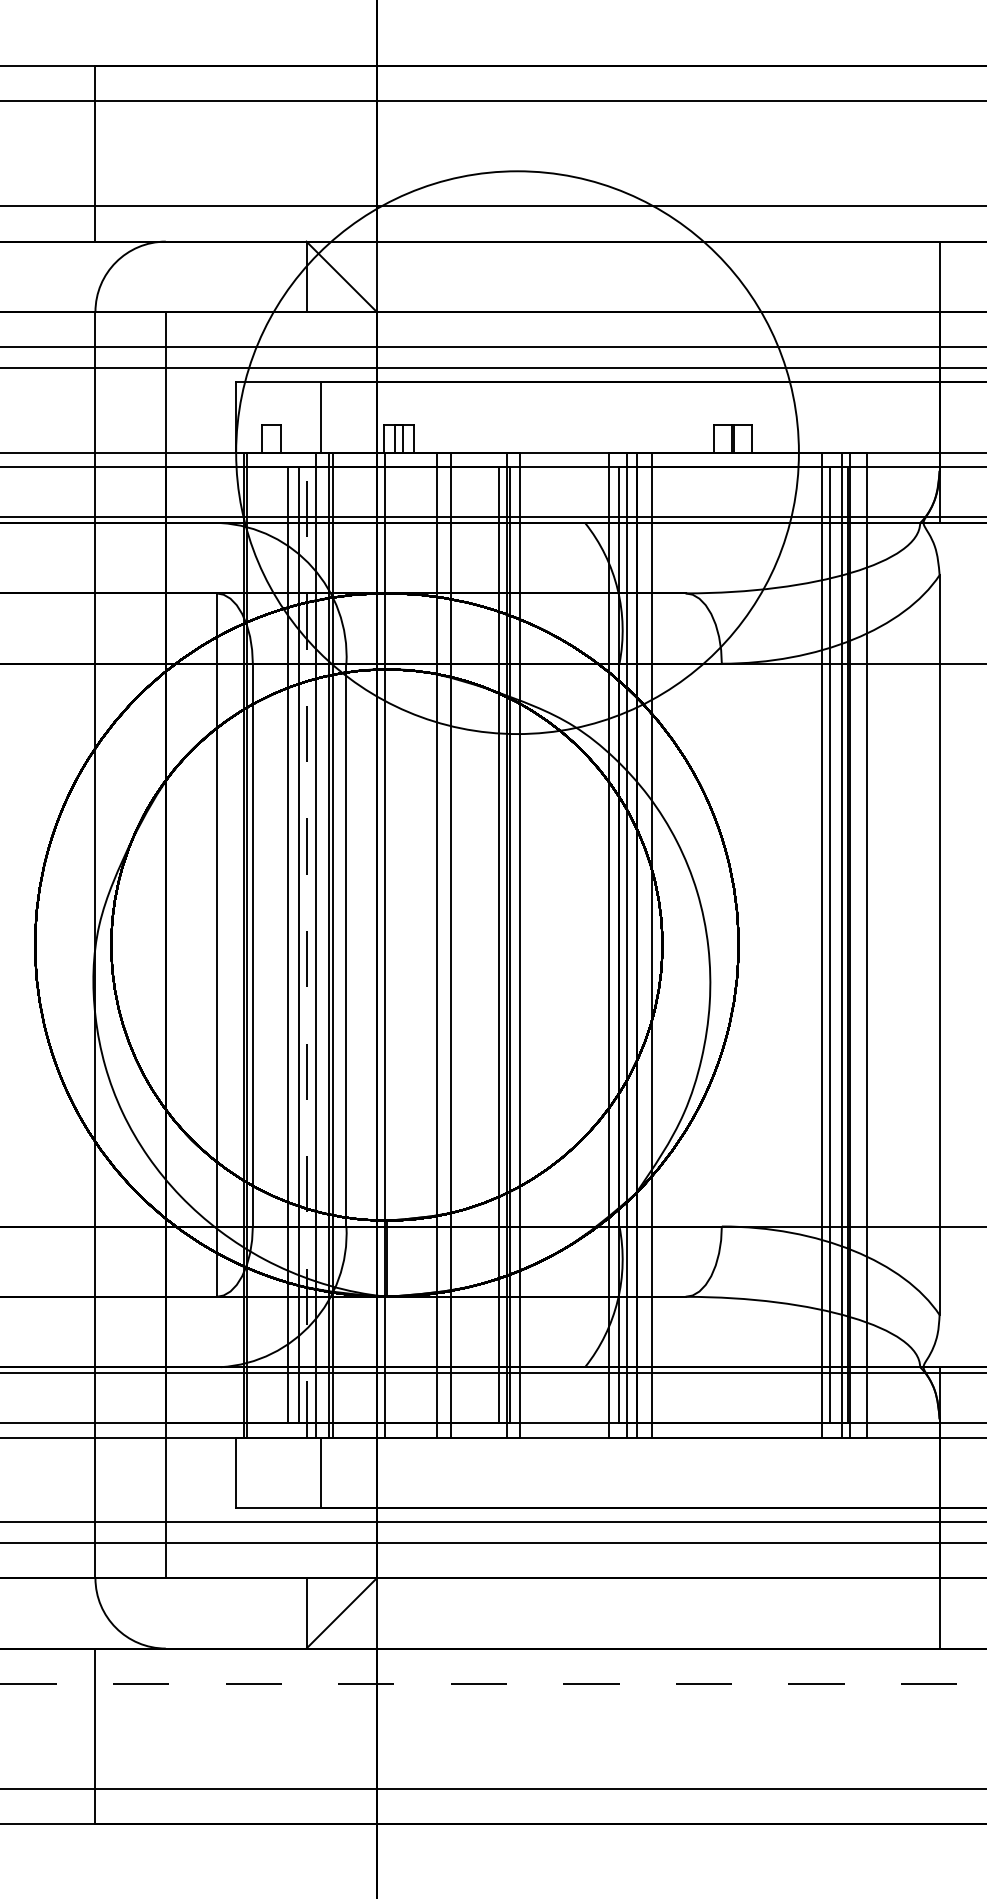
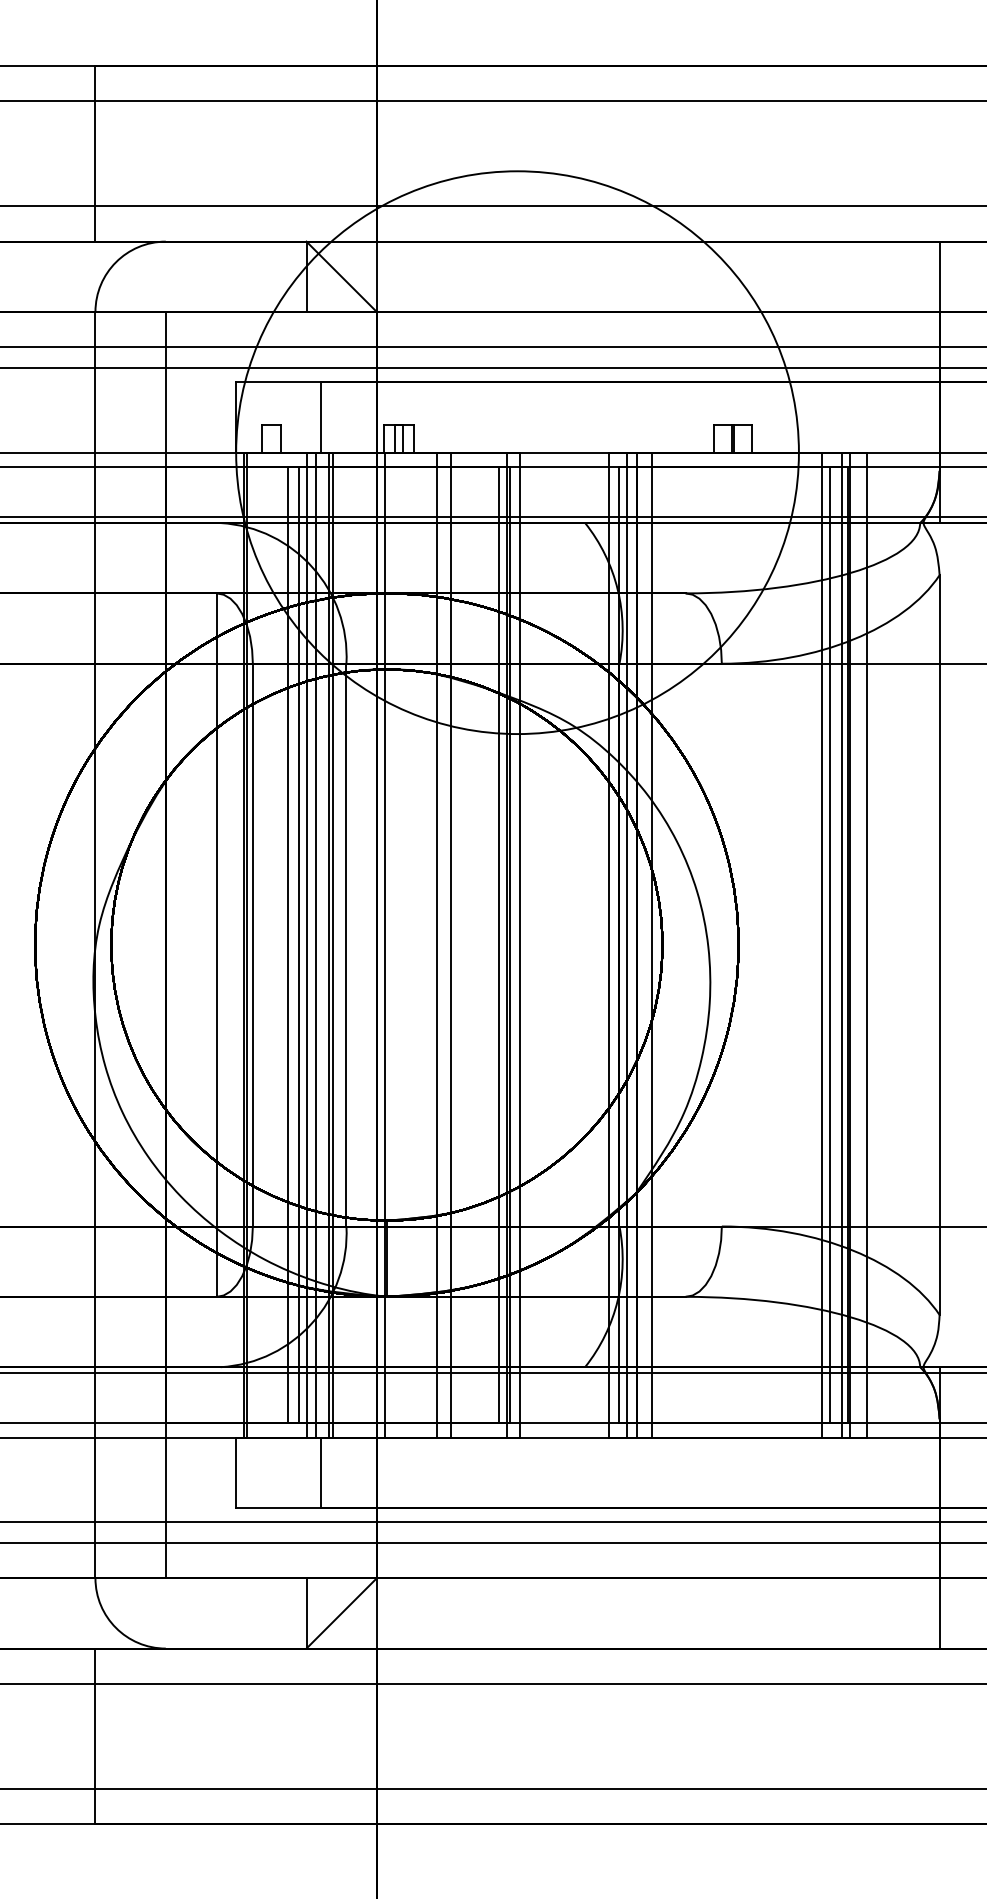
line at (307, 944): dashed -> solid
line at (494, 1683): dashed -> solid
